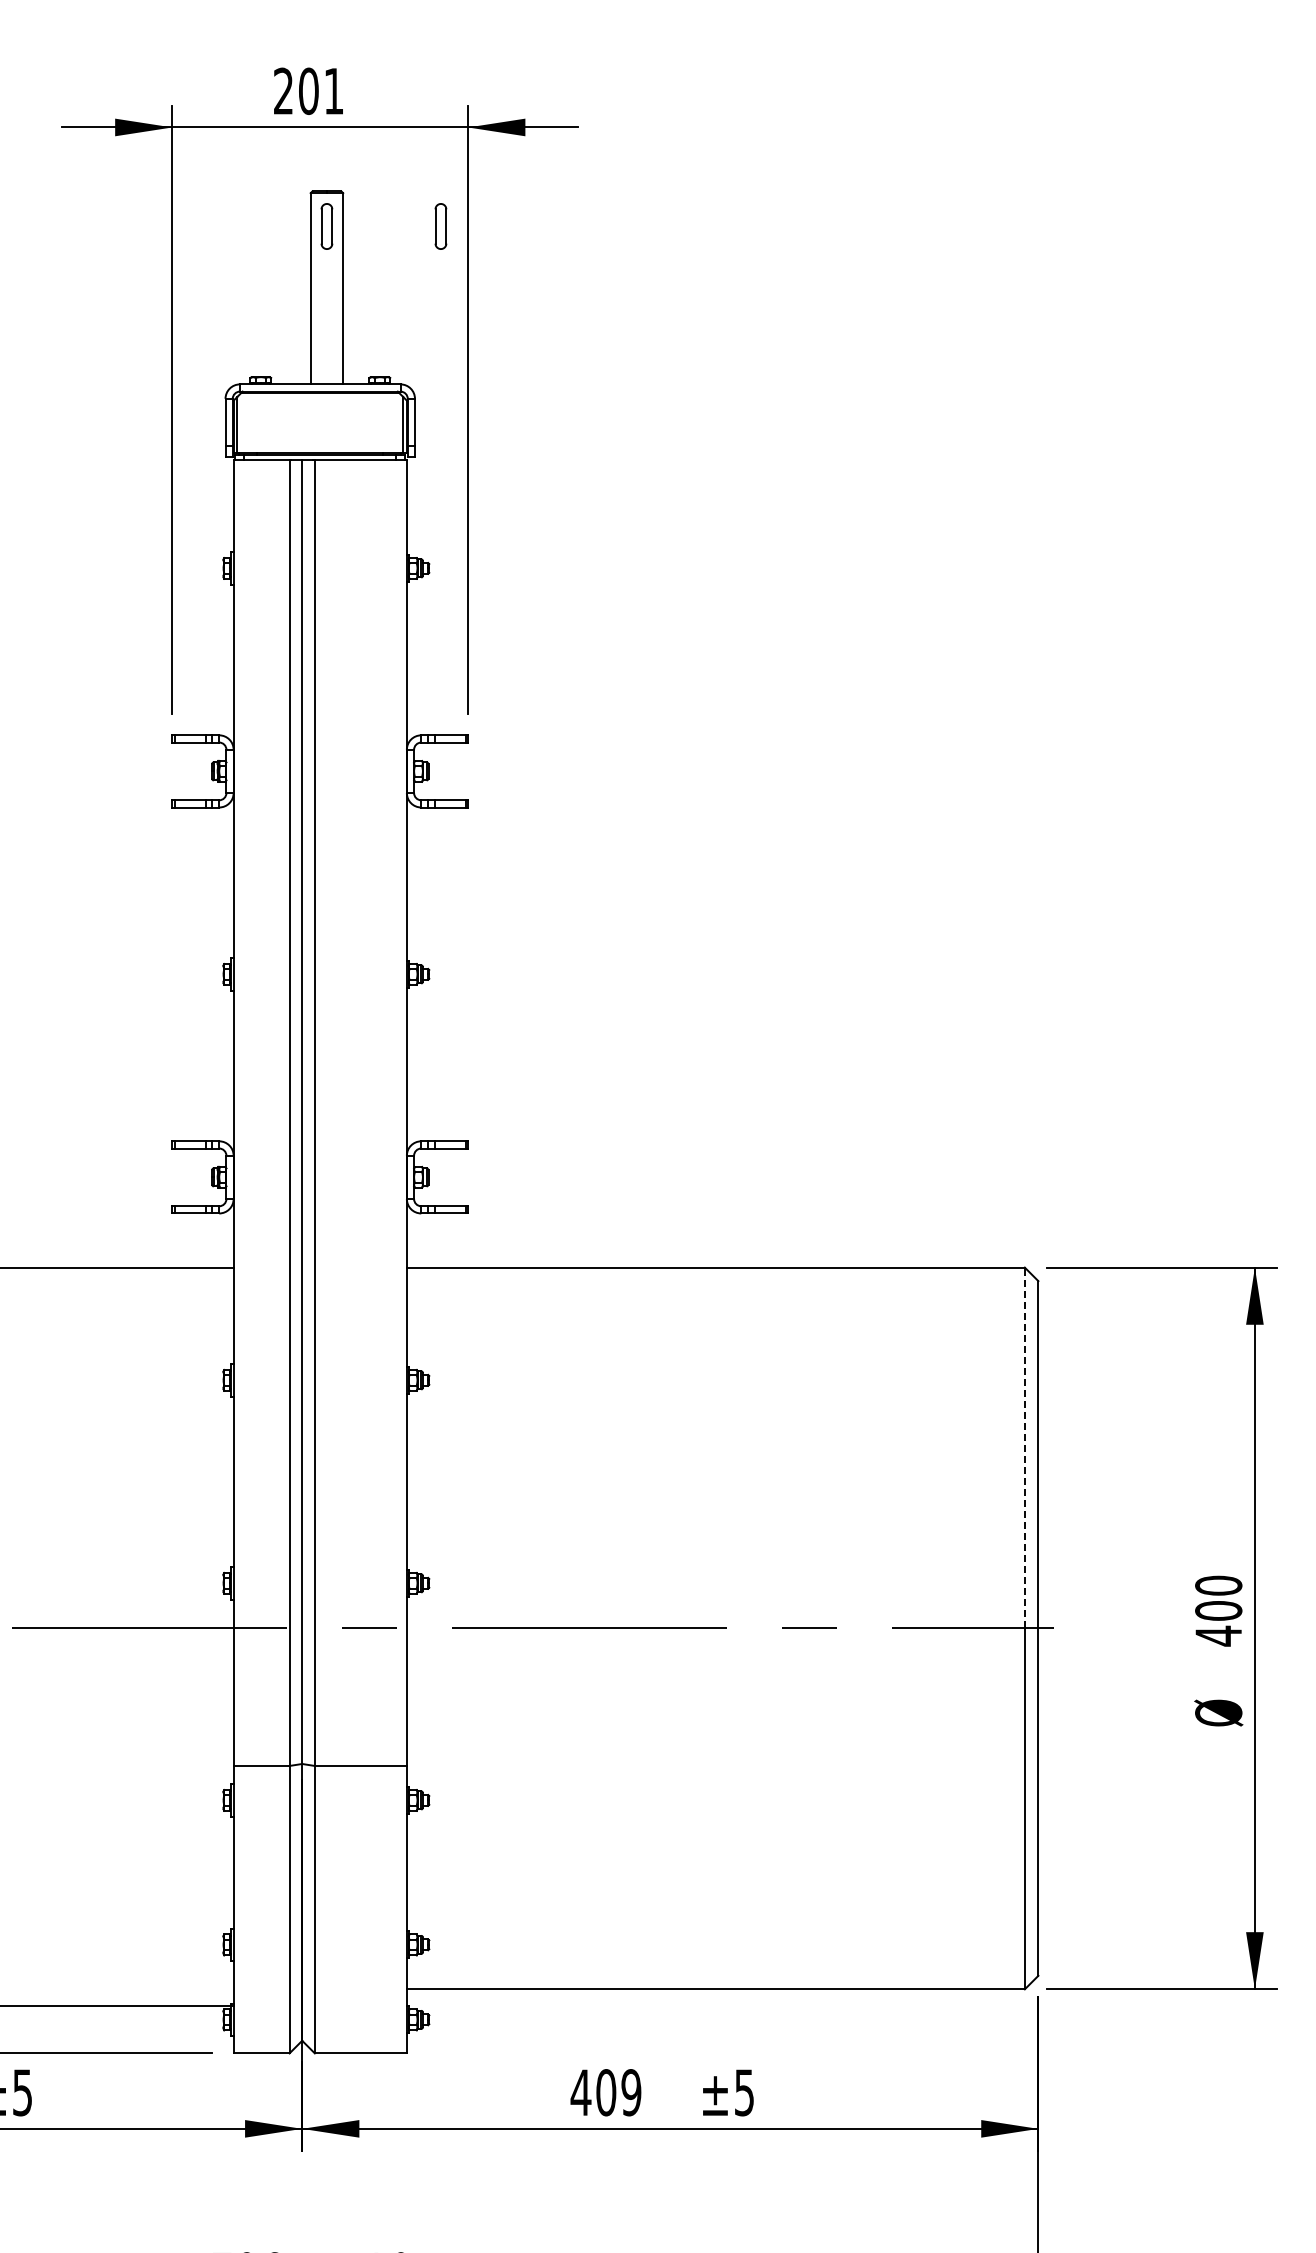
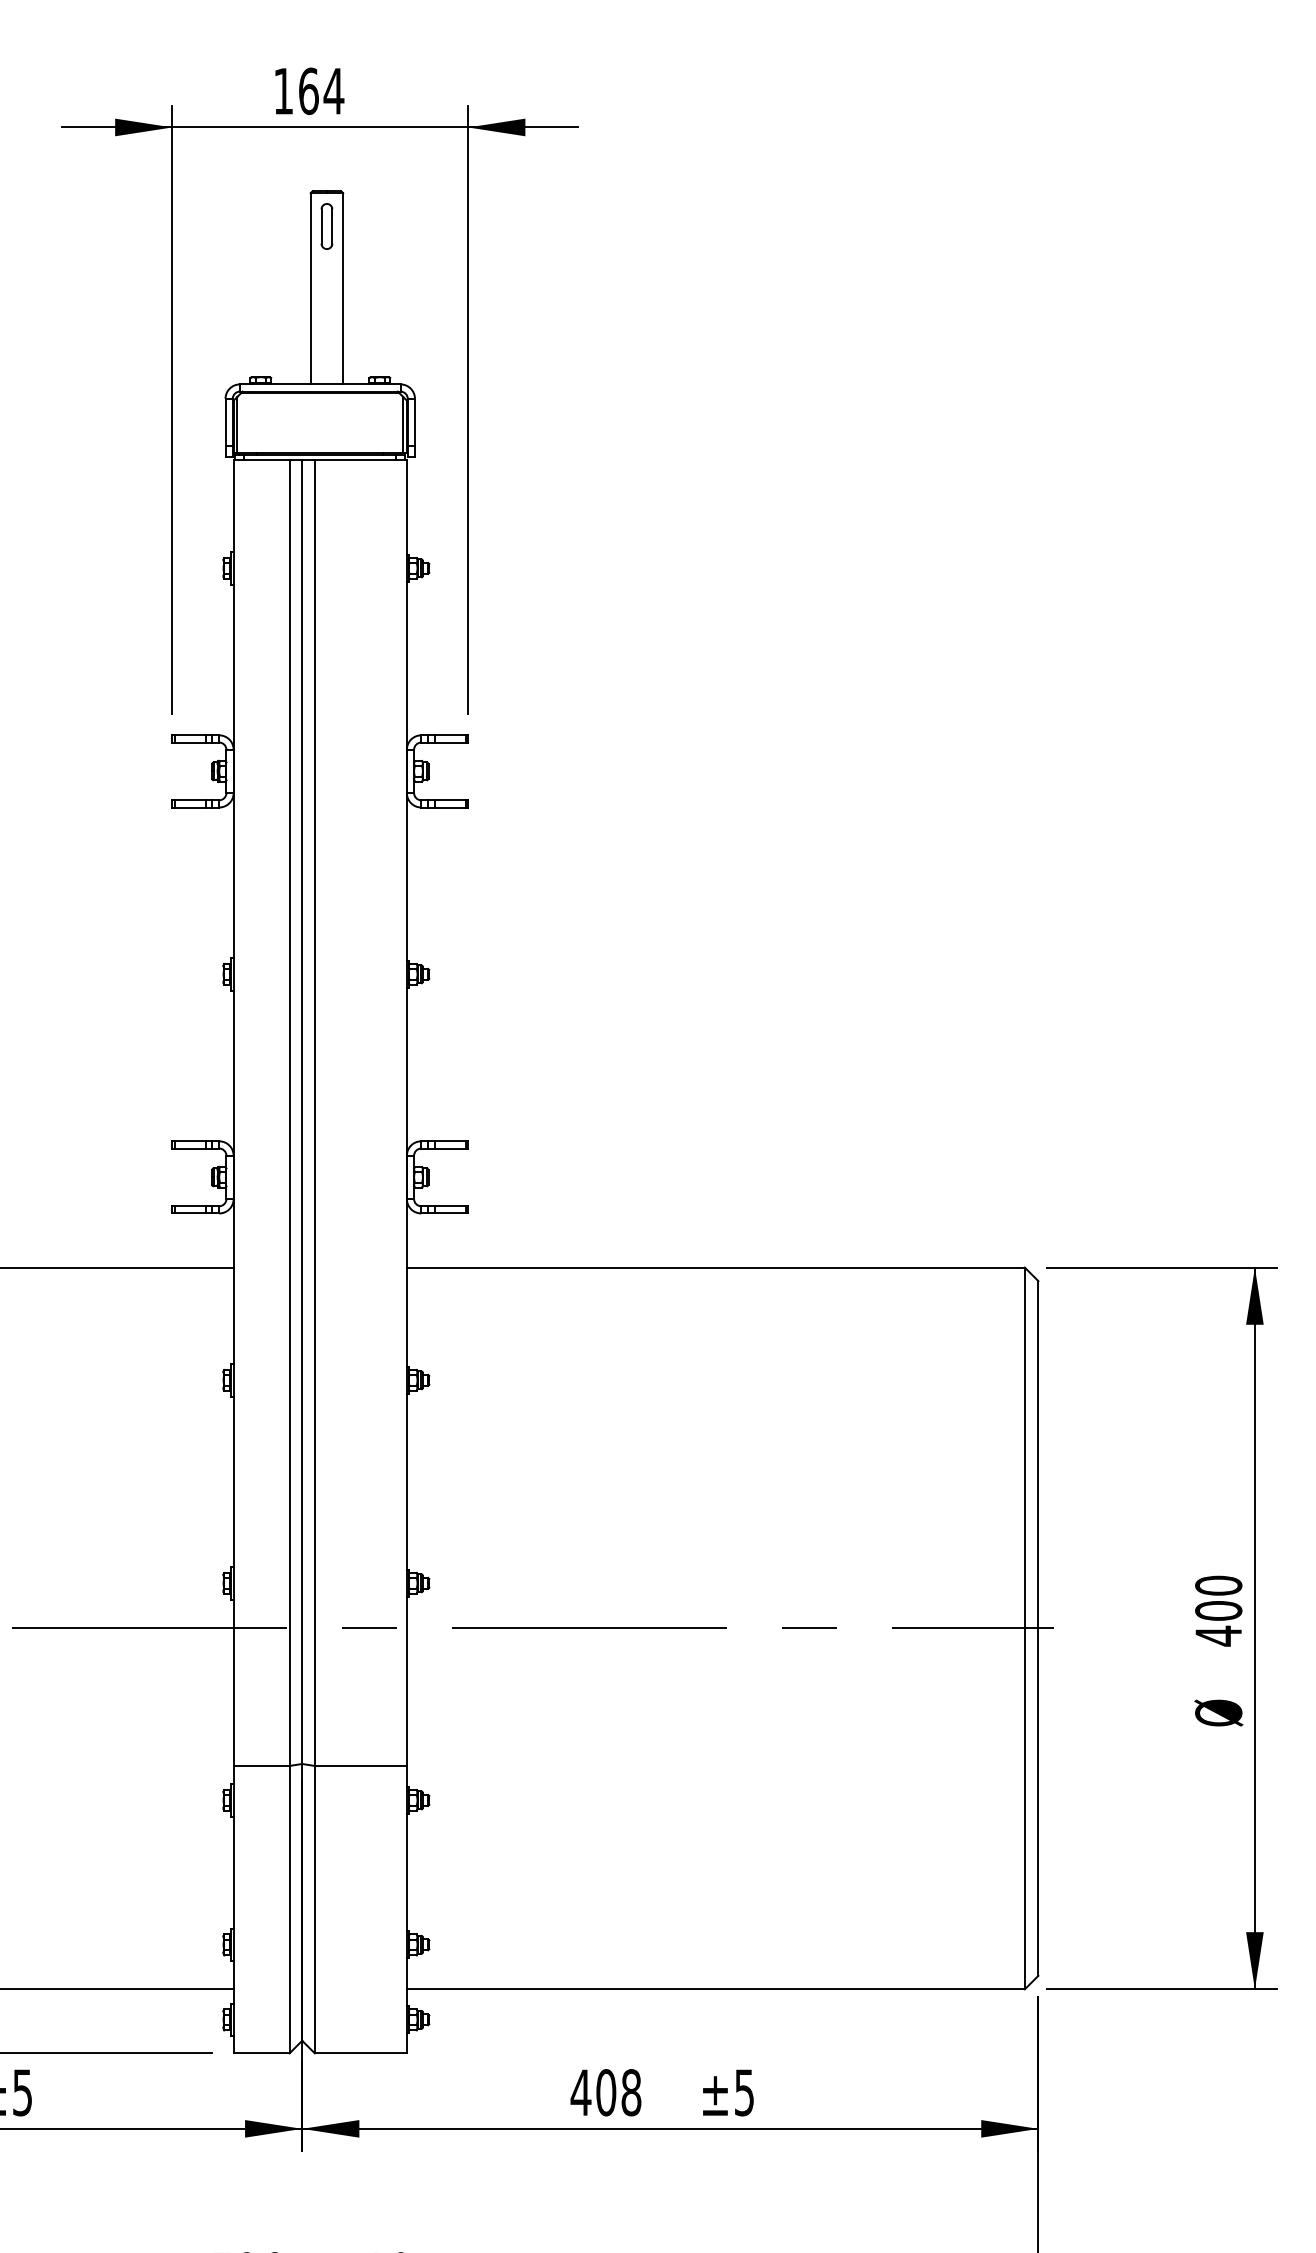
text at (309, 90): 201 -> 164
part at (440, 226): present -> none
line at (1024, 1447): dashed -> solid
line at (117, 2006) position: (117, 2006) -> (117, 1989)
text at (631, 2092): 409 -> 408
